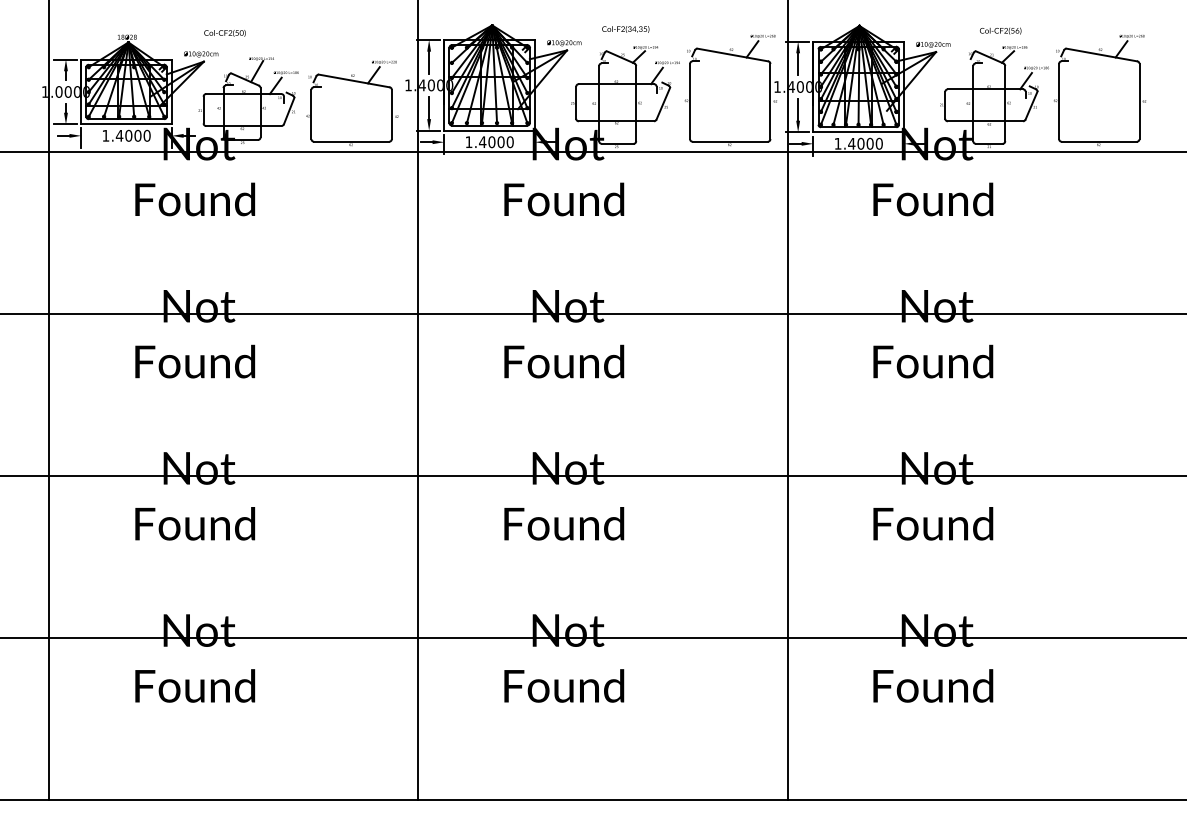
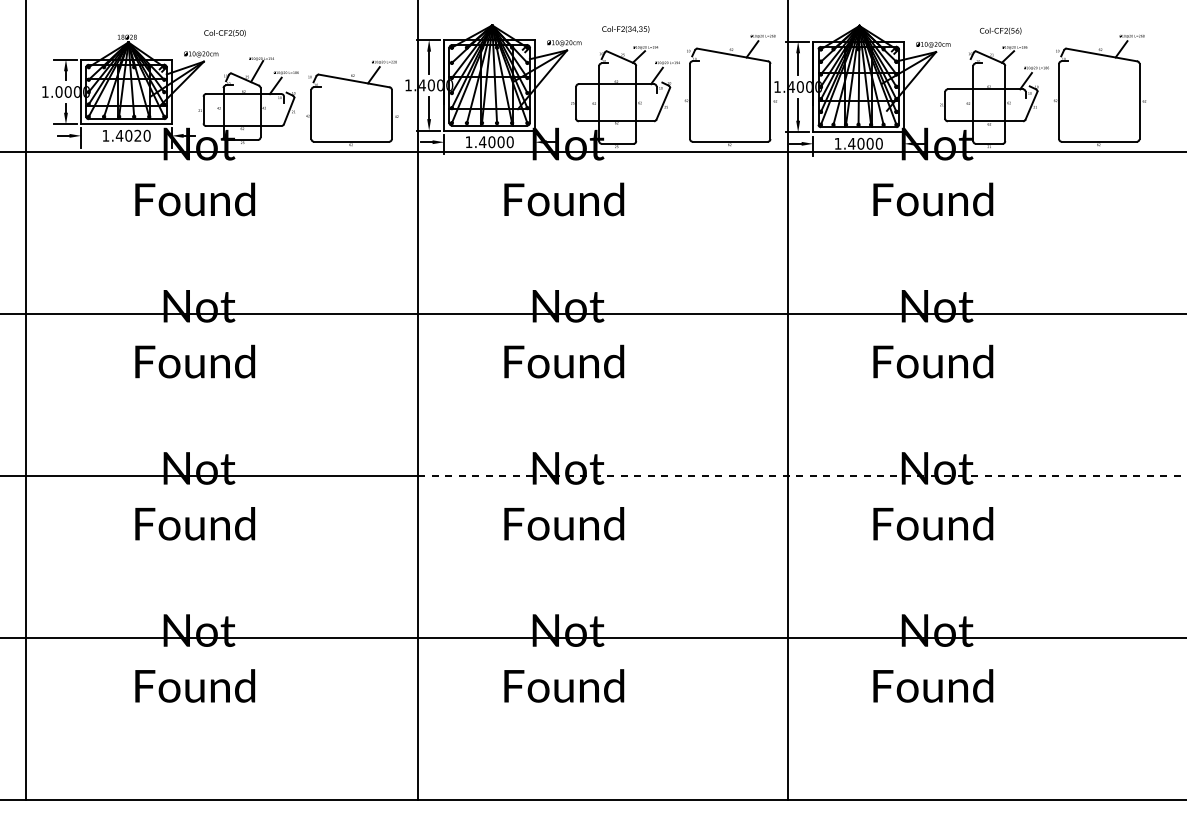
text at (137, 135): 1.4000 -> 1.4020
line at (49, 401) position: (49, 401) -> (26, 401)
line at (802, 476): solid -> dashed
